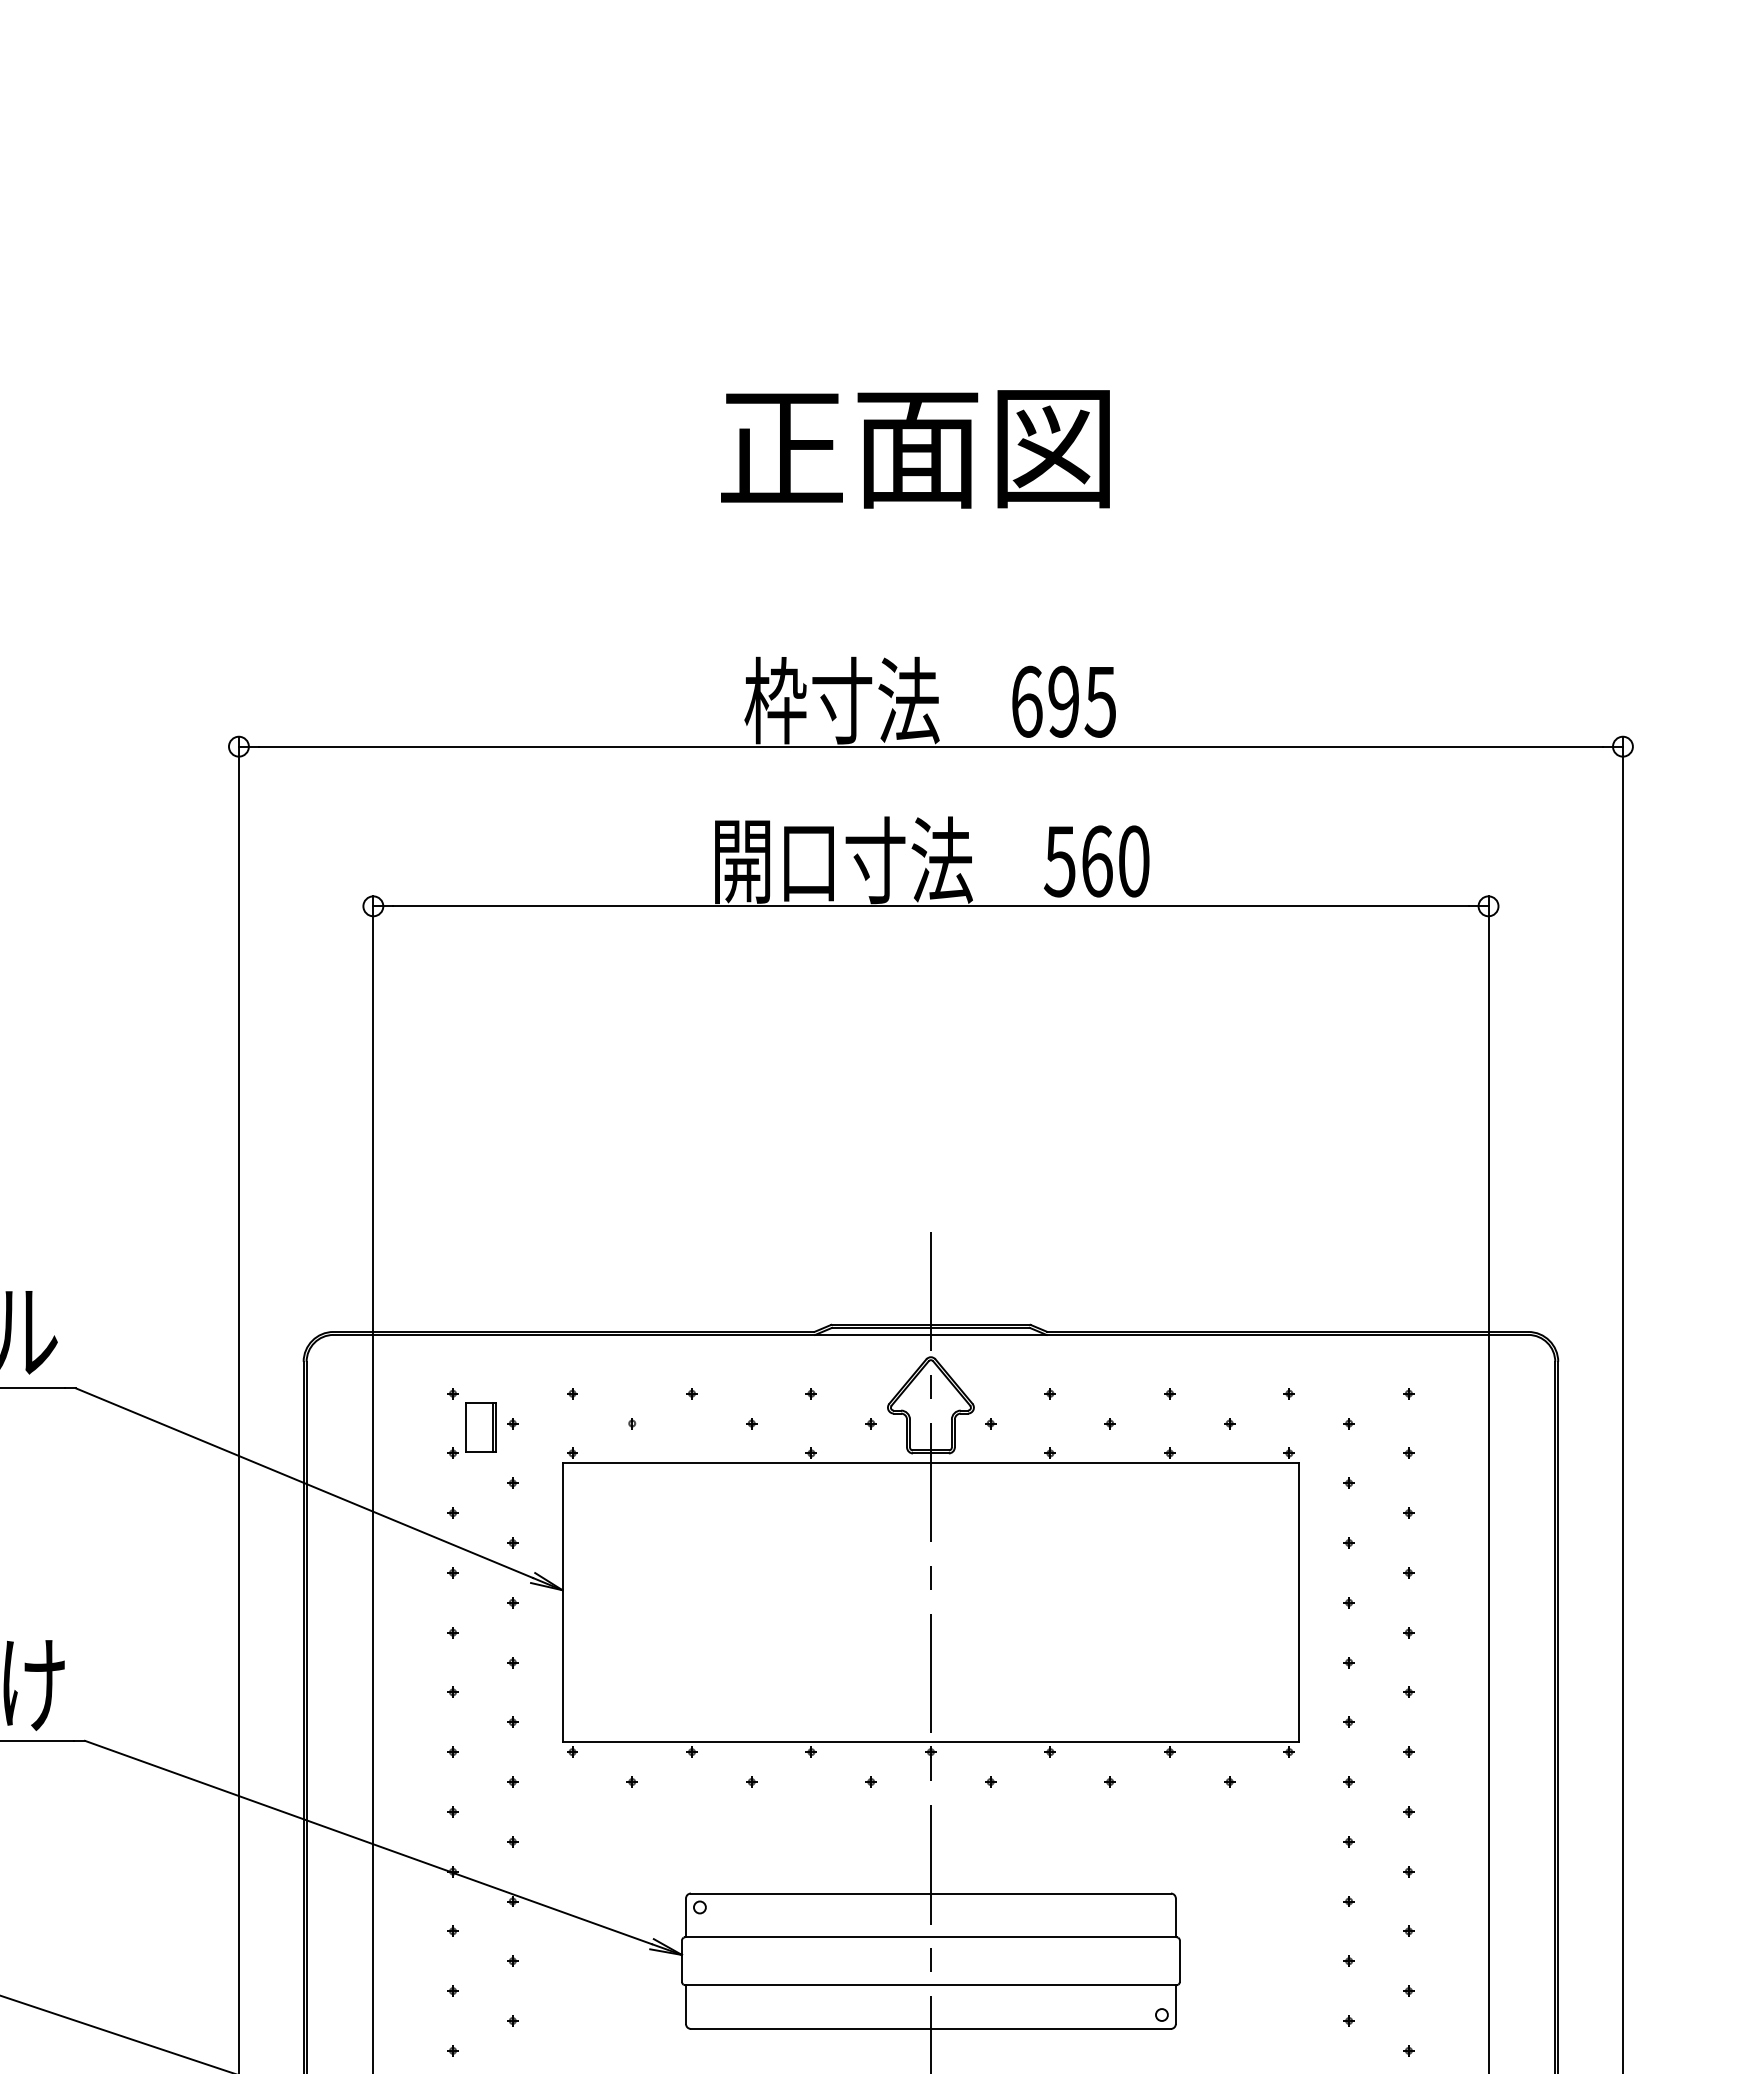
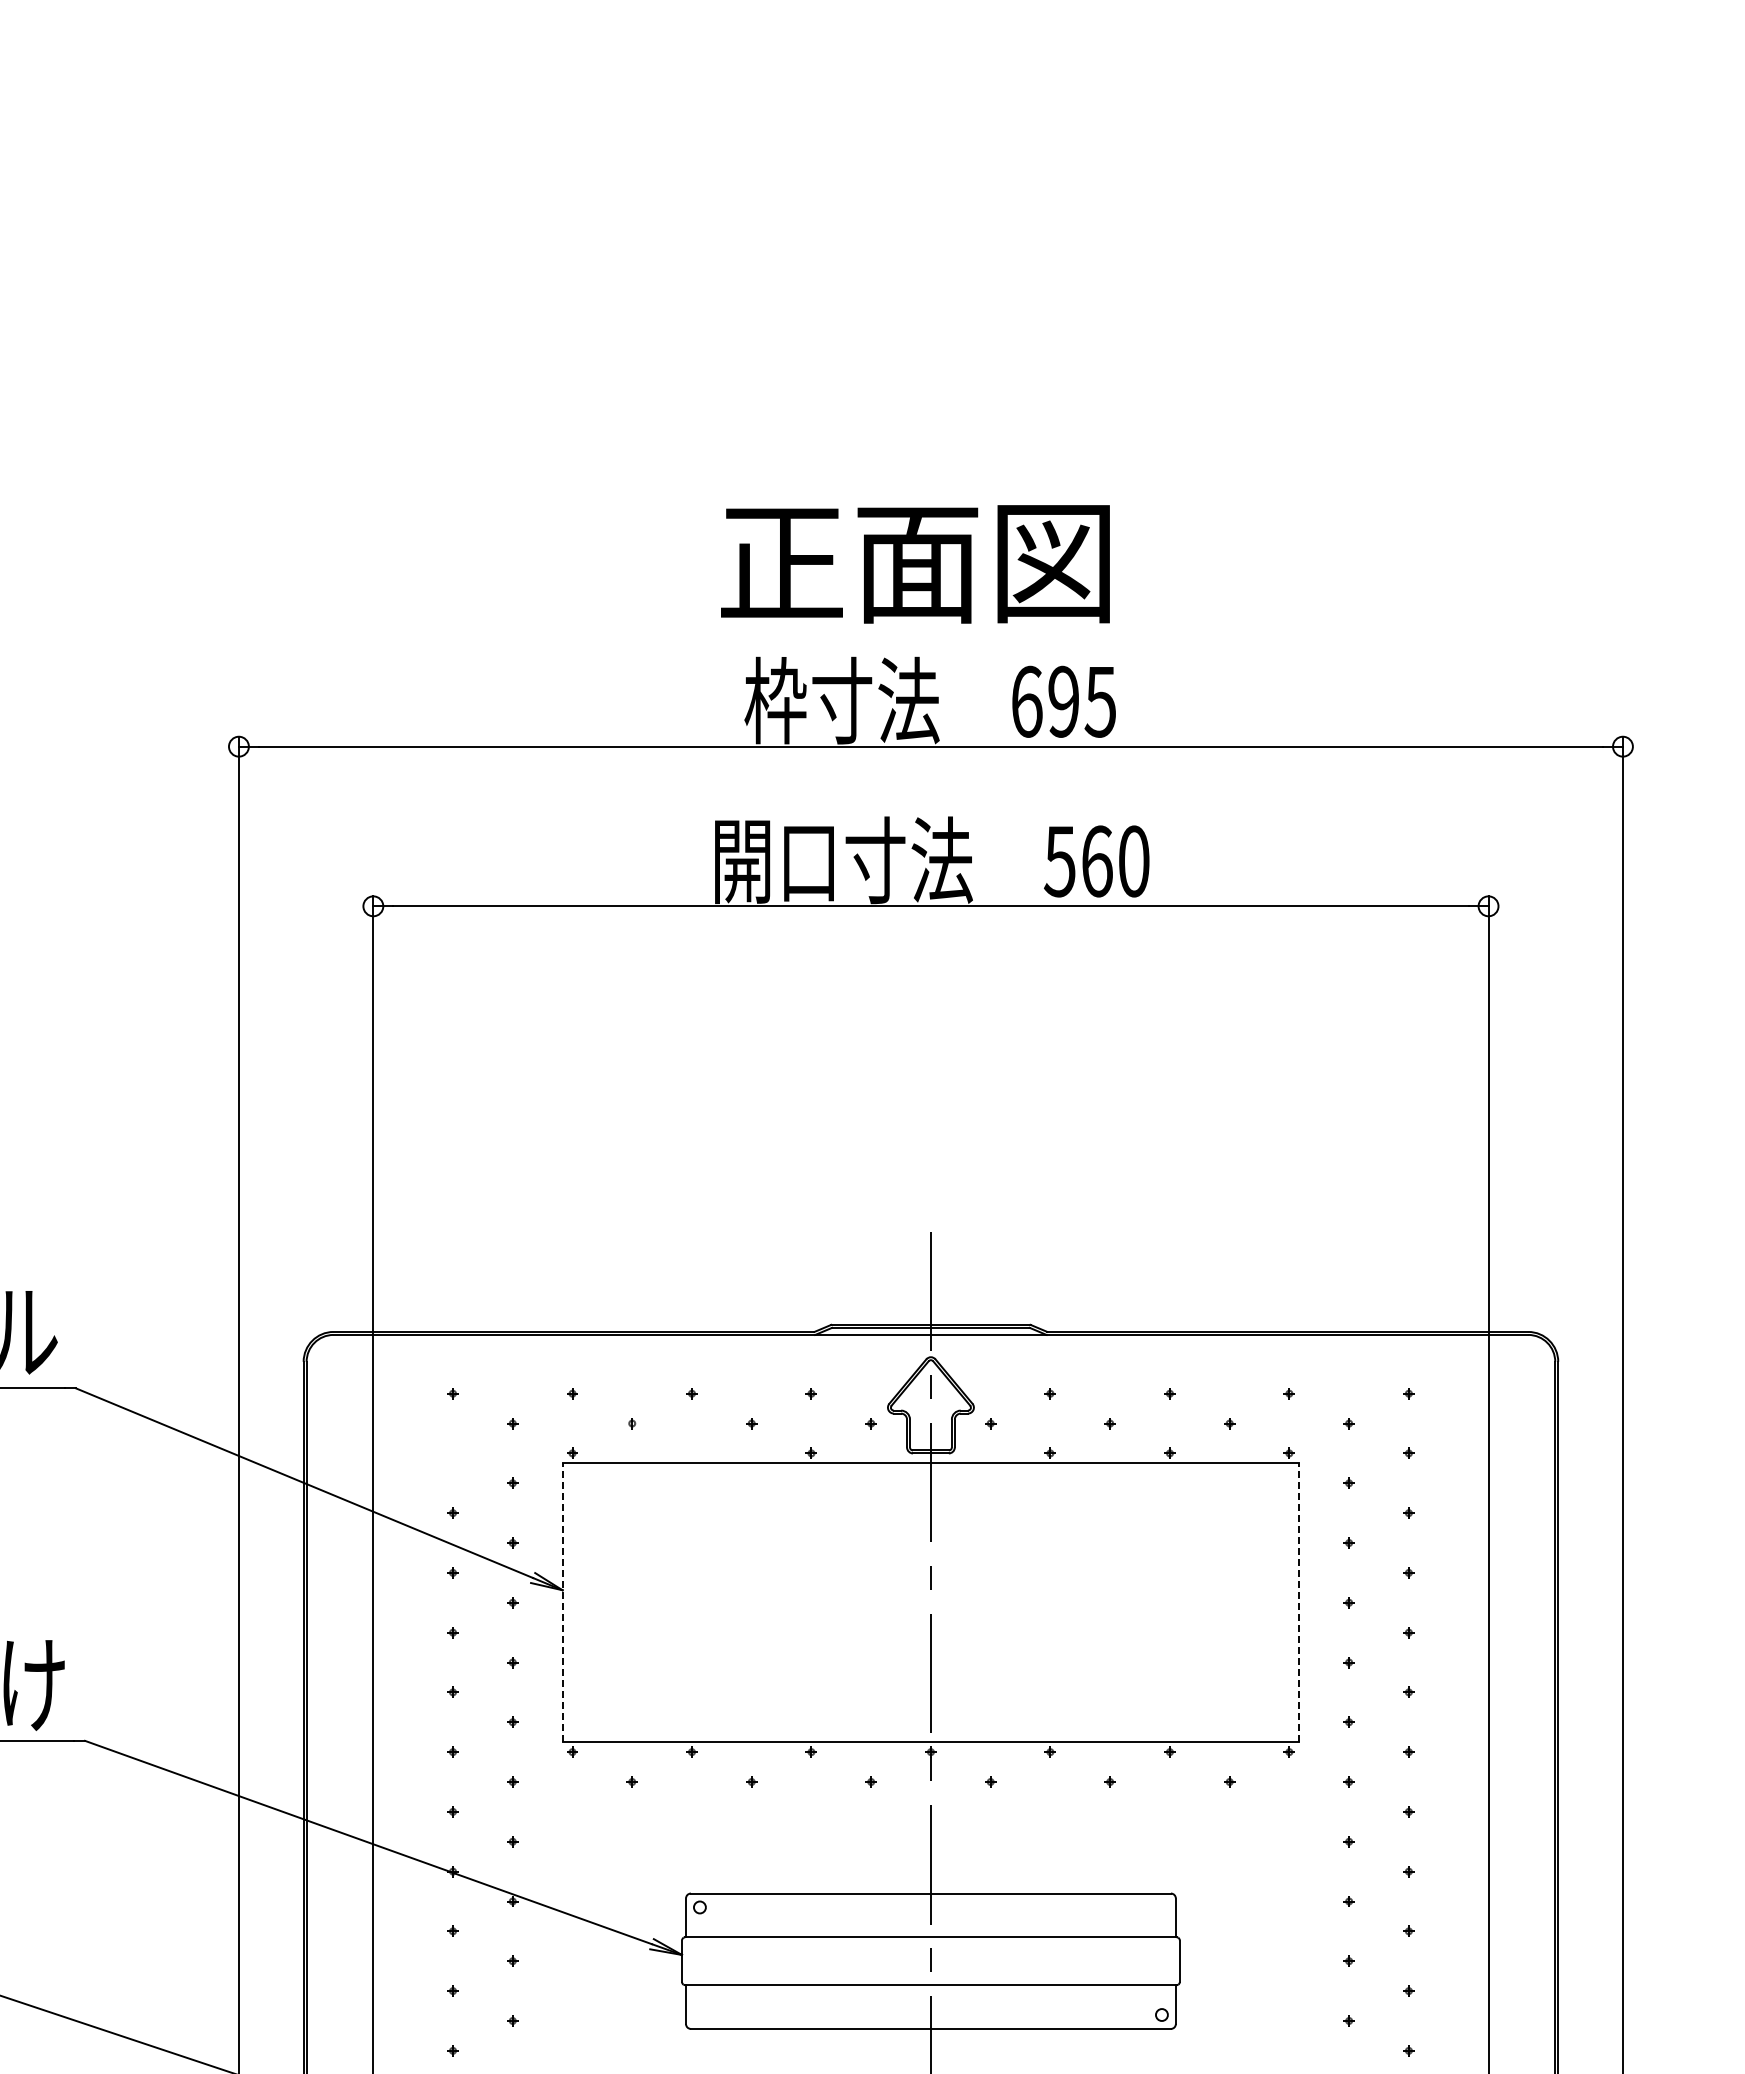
text at (915, 449) position: (915, 449) -> (915, 564)
part at (471, 1430): present -> none
line at (562, 1602): solid -> dashed
line at (1299, 1602): solid -> dashed
